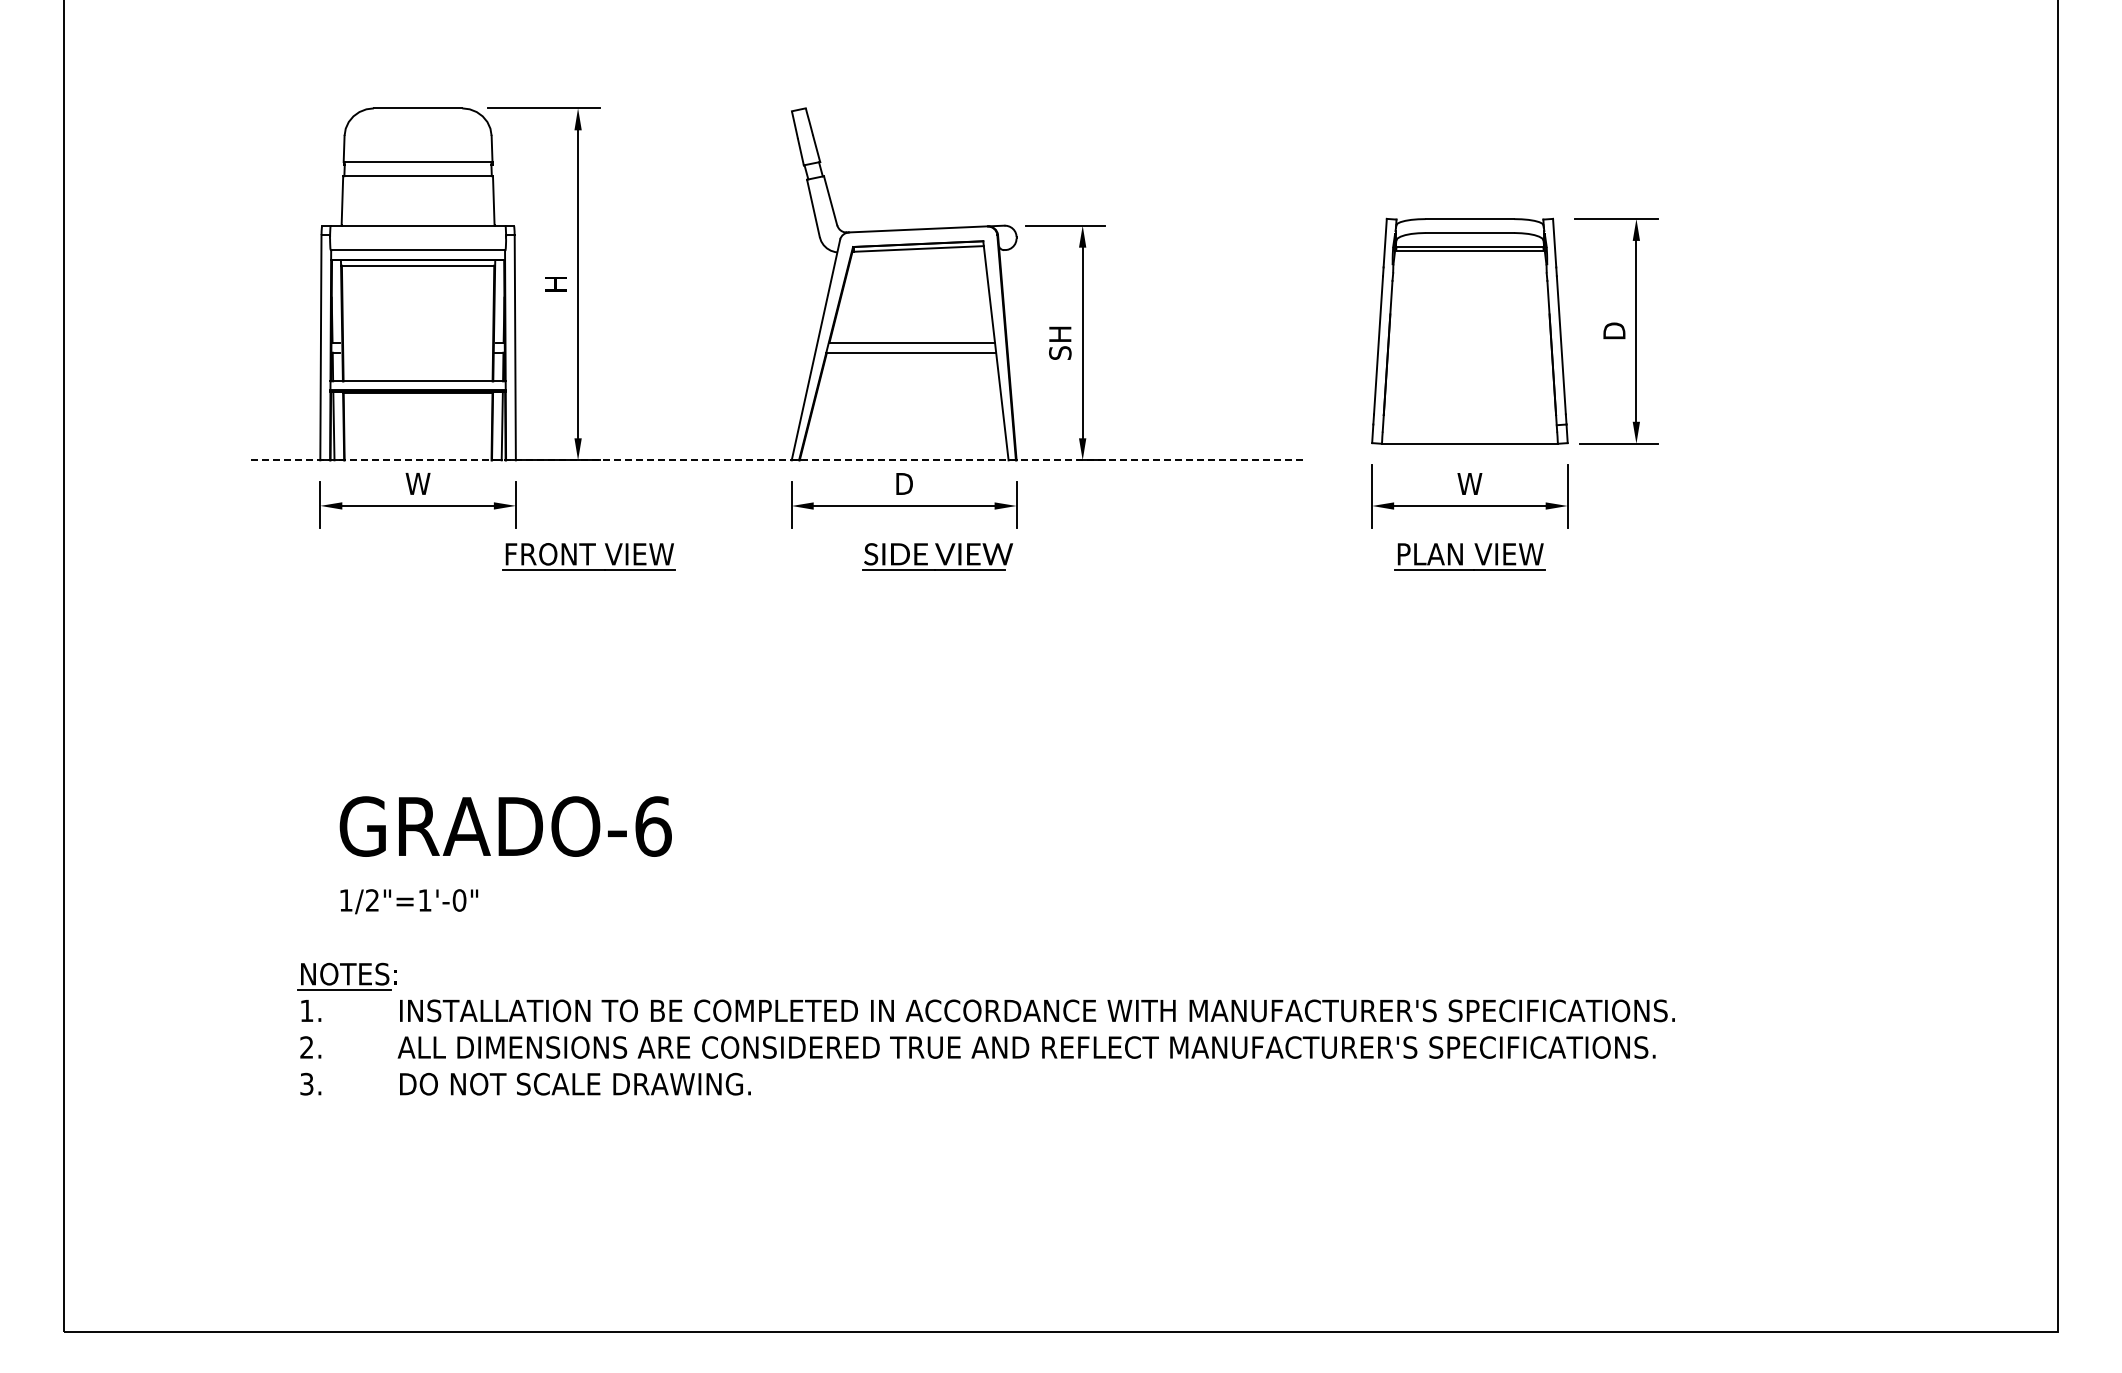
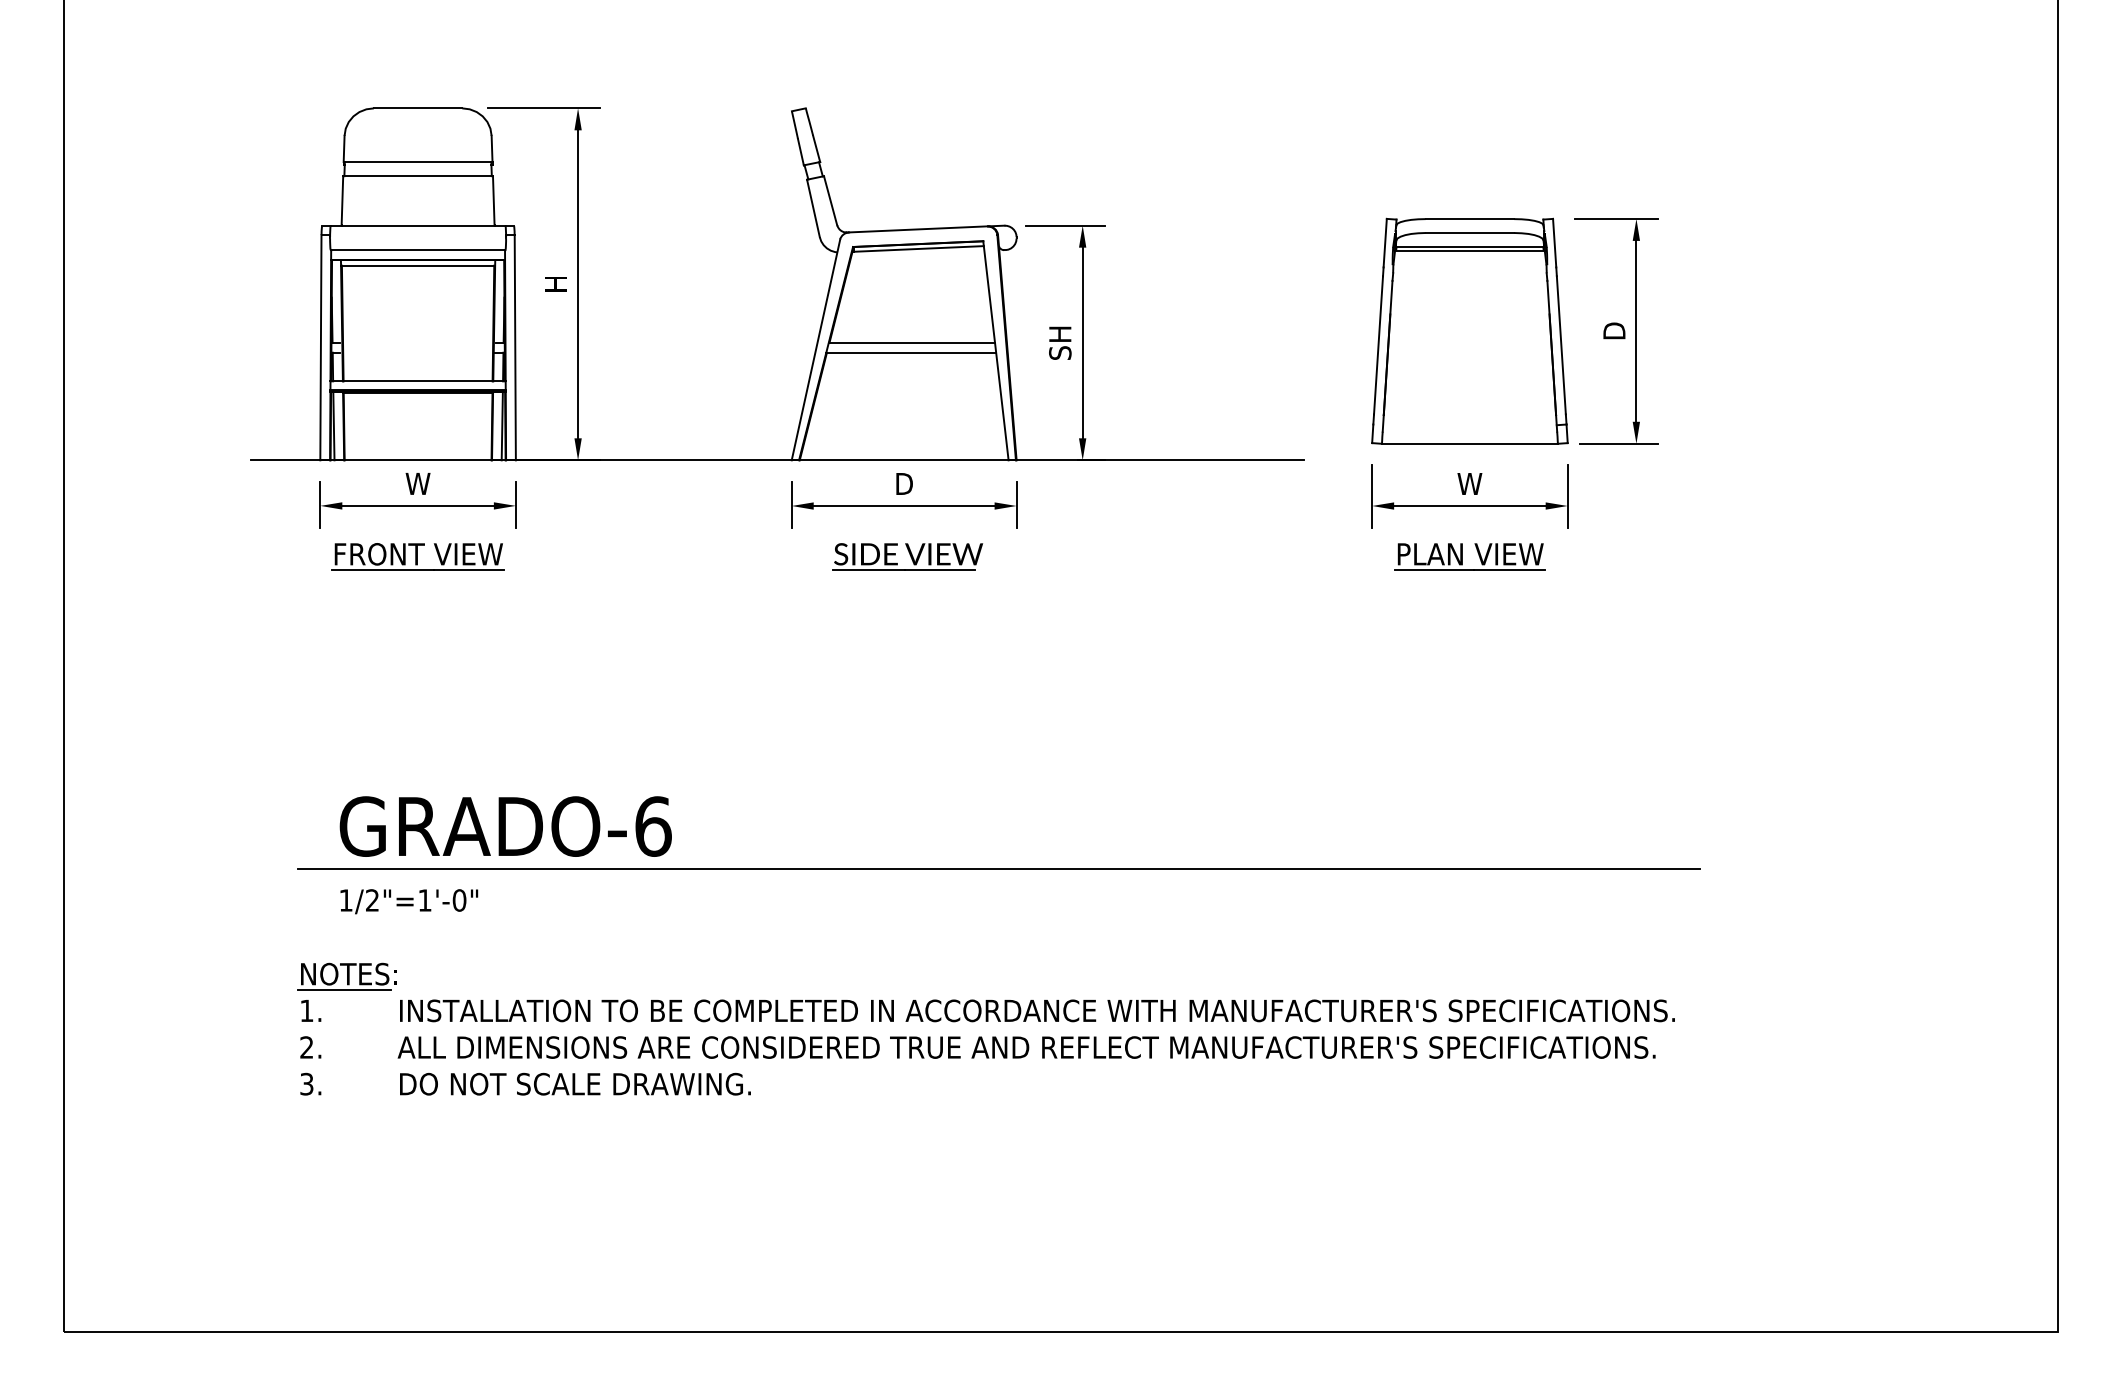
line at (777, 460): dashed -> solid
part at (588, 556) position: (588, 556) -> (417, 556)
part at (937, 556) position: (937, 556) -> (907, 556)
line at (999, 869): none -> present
